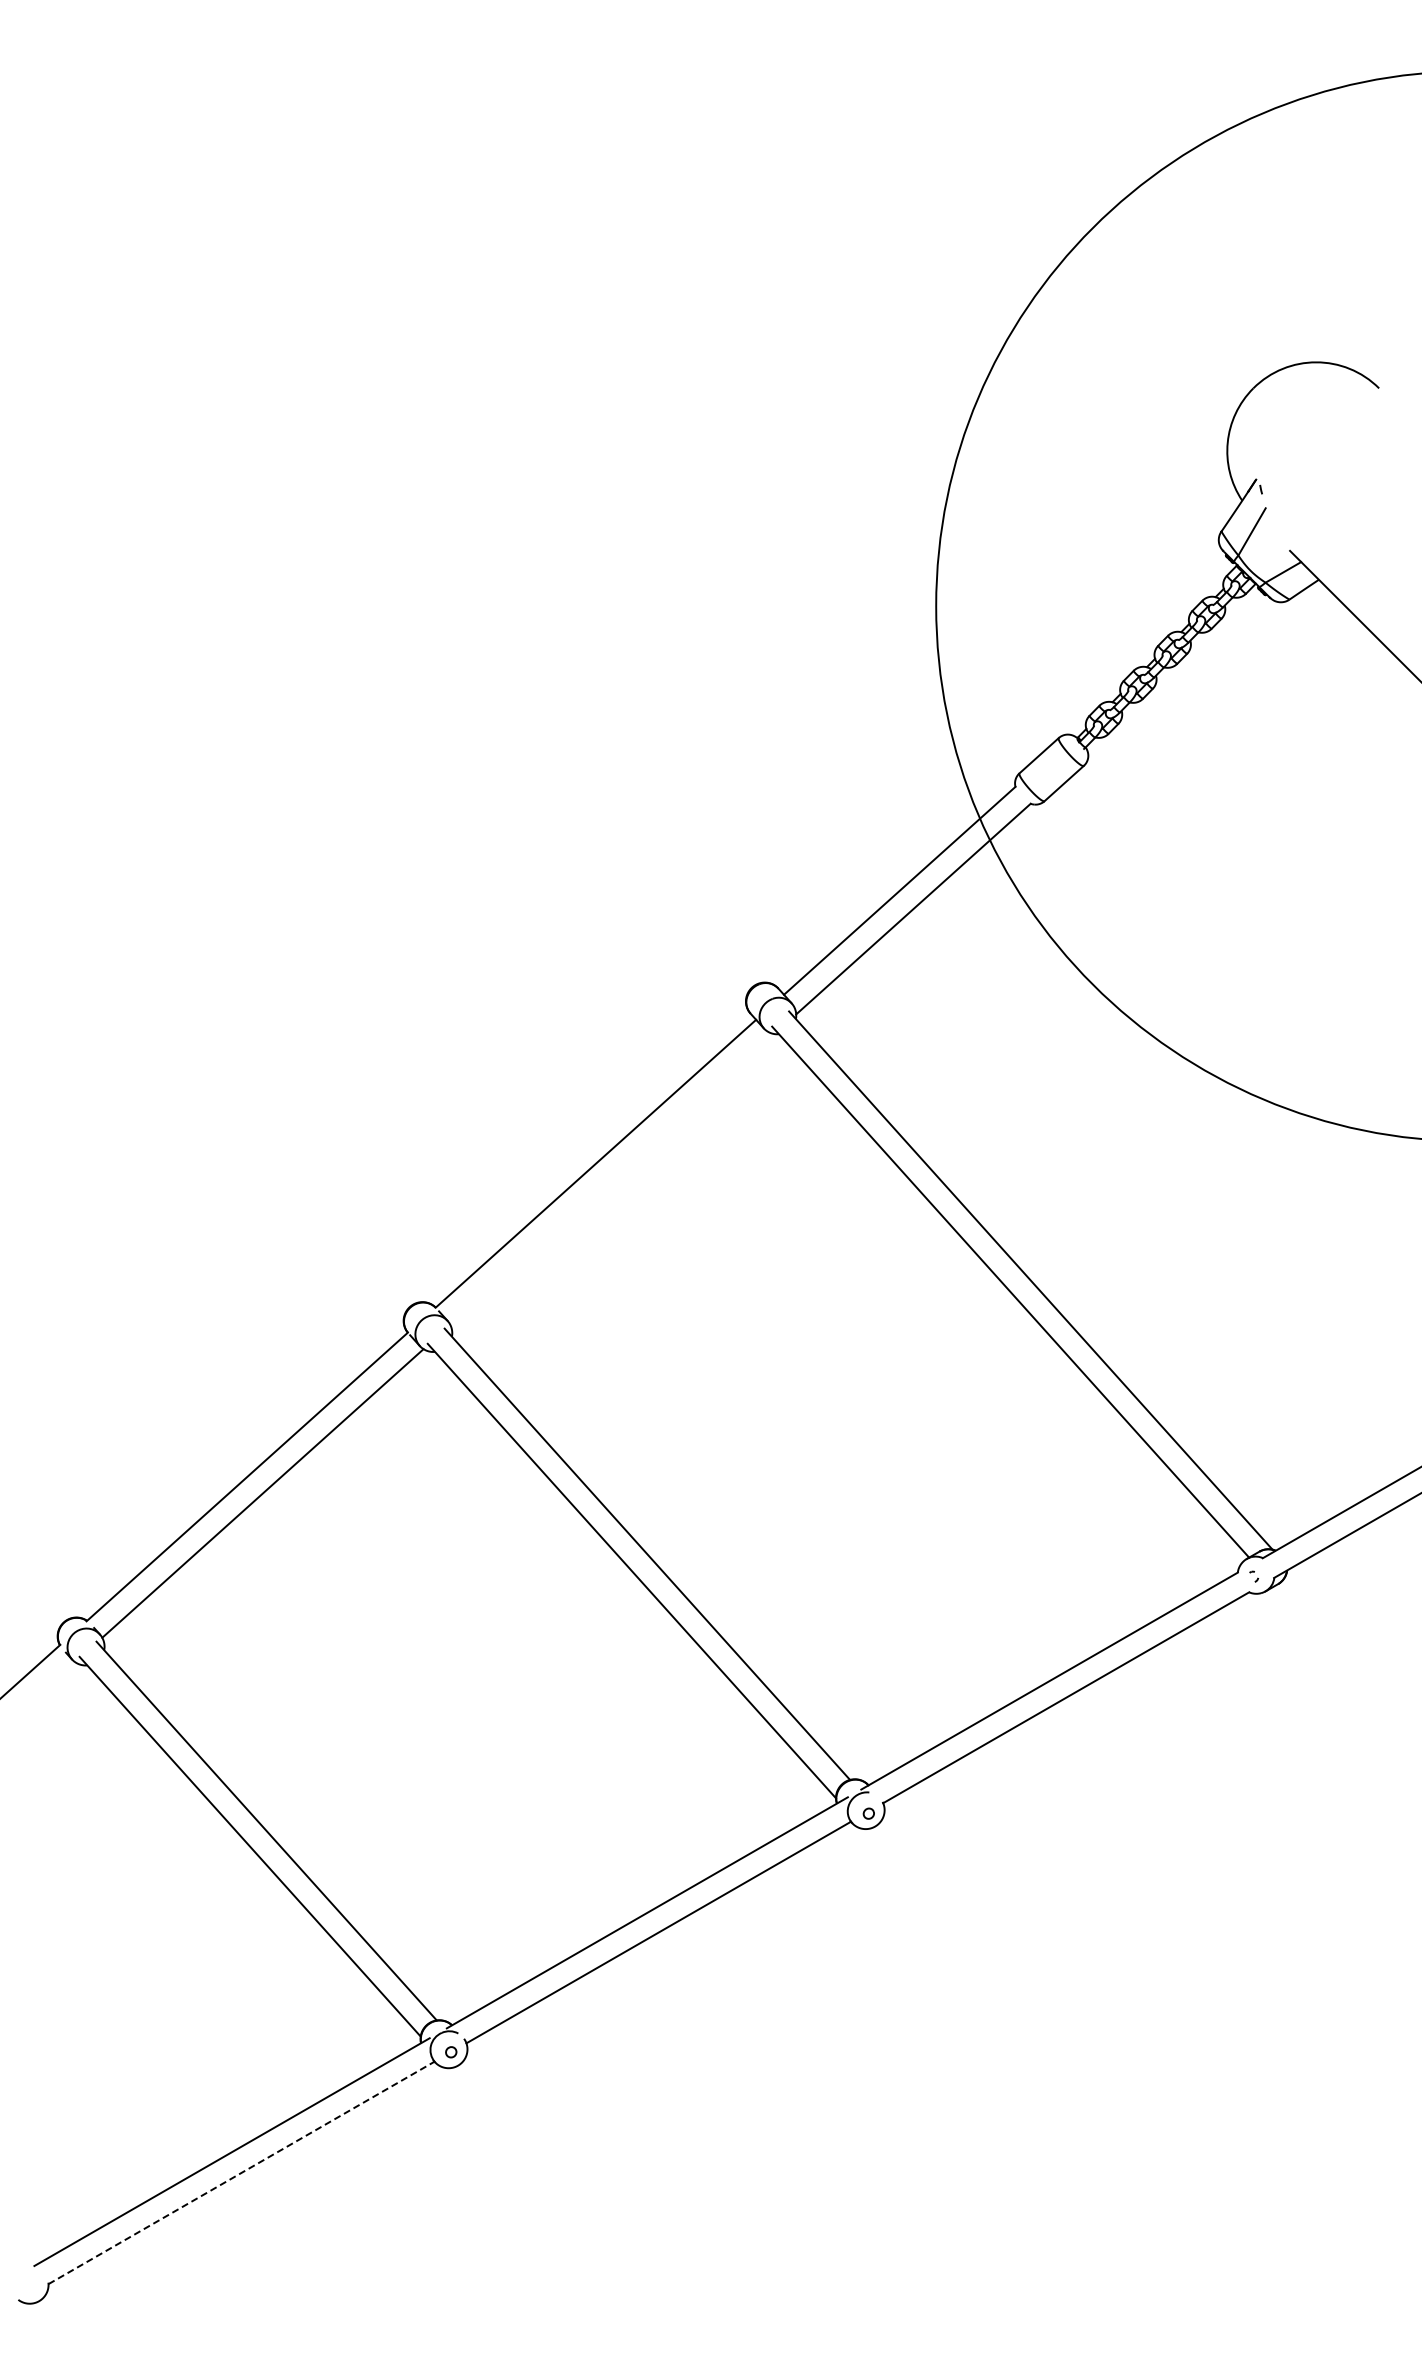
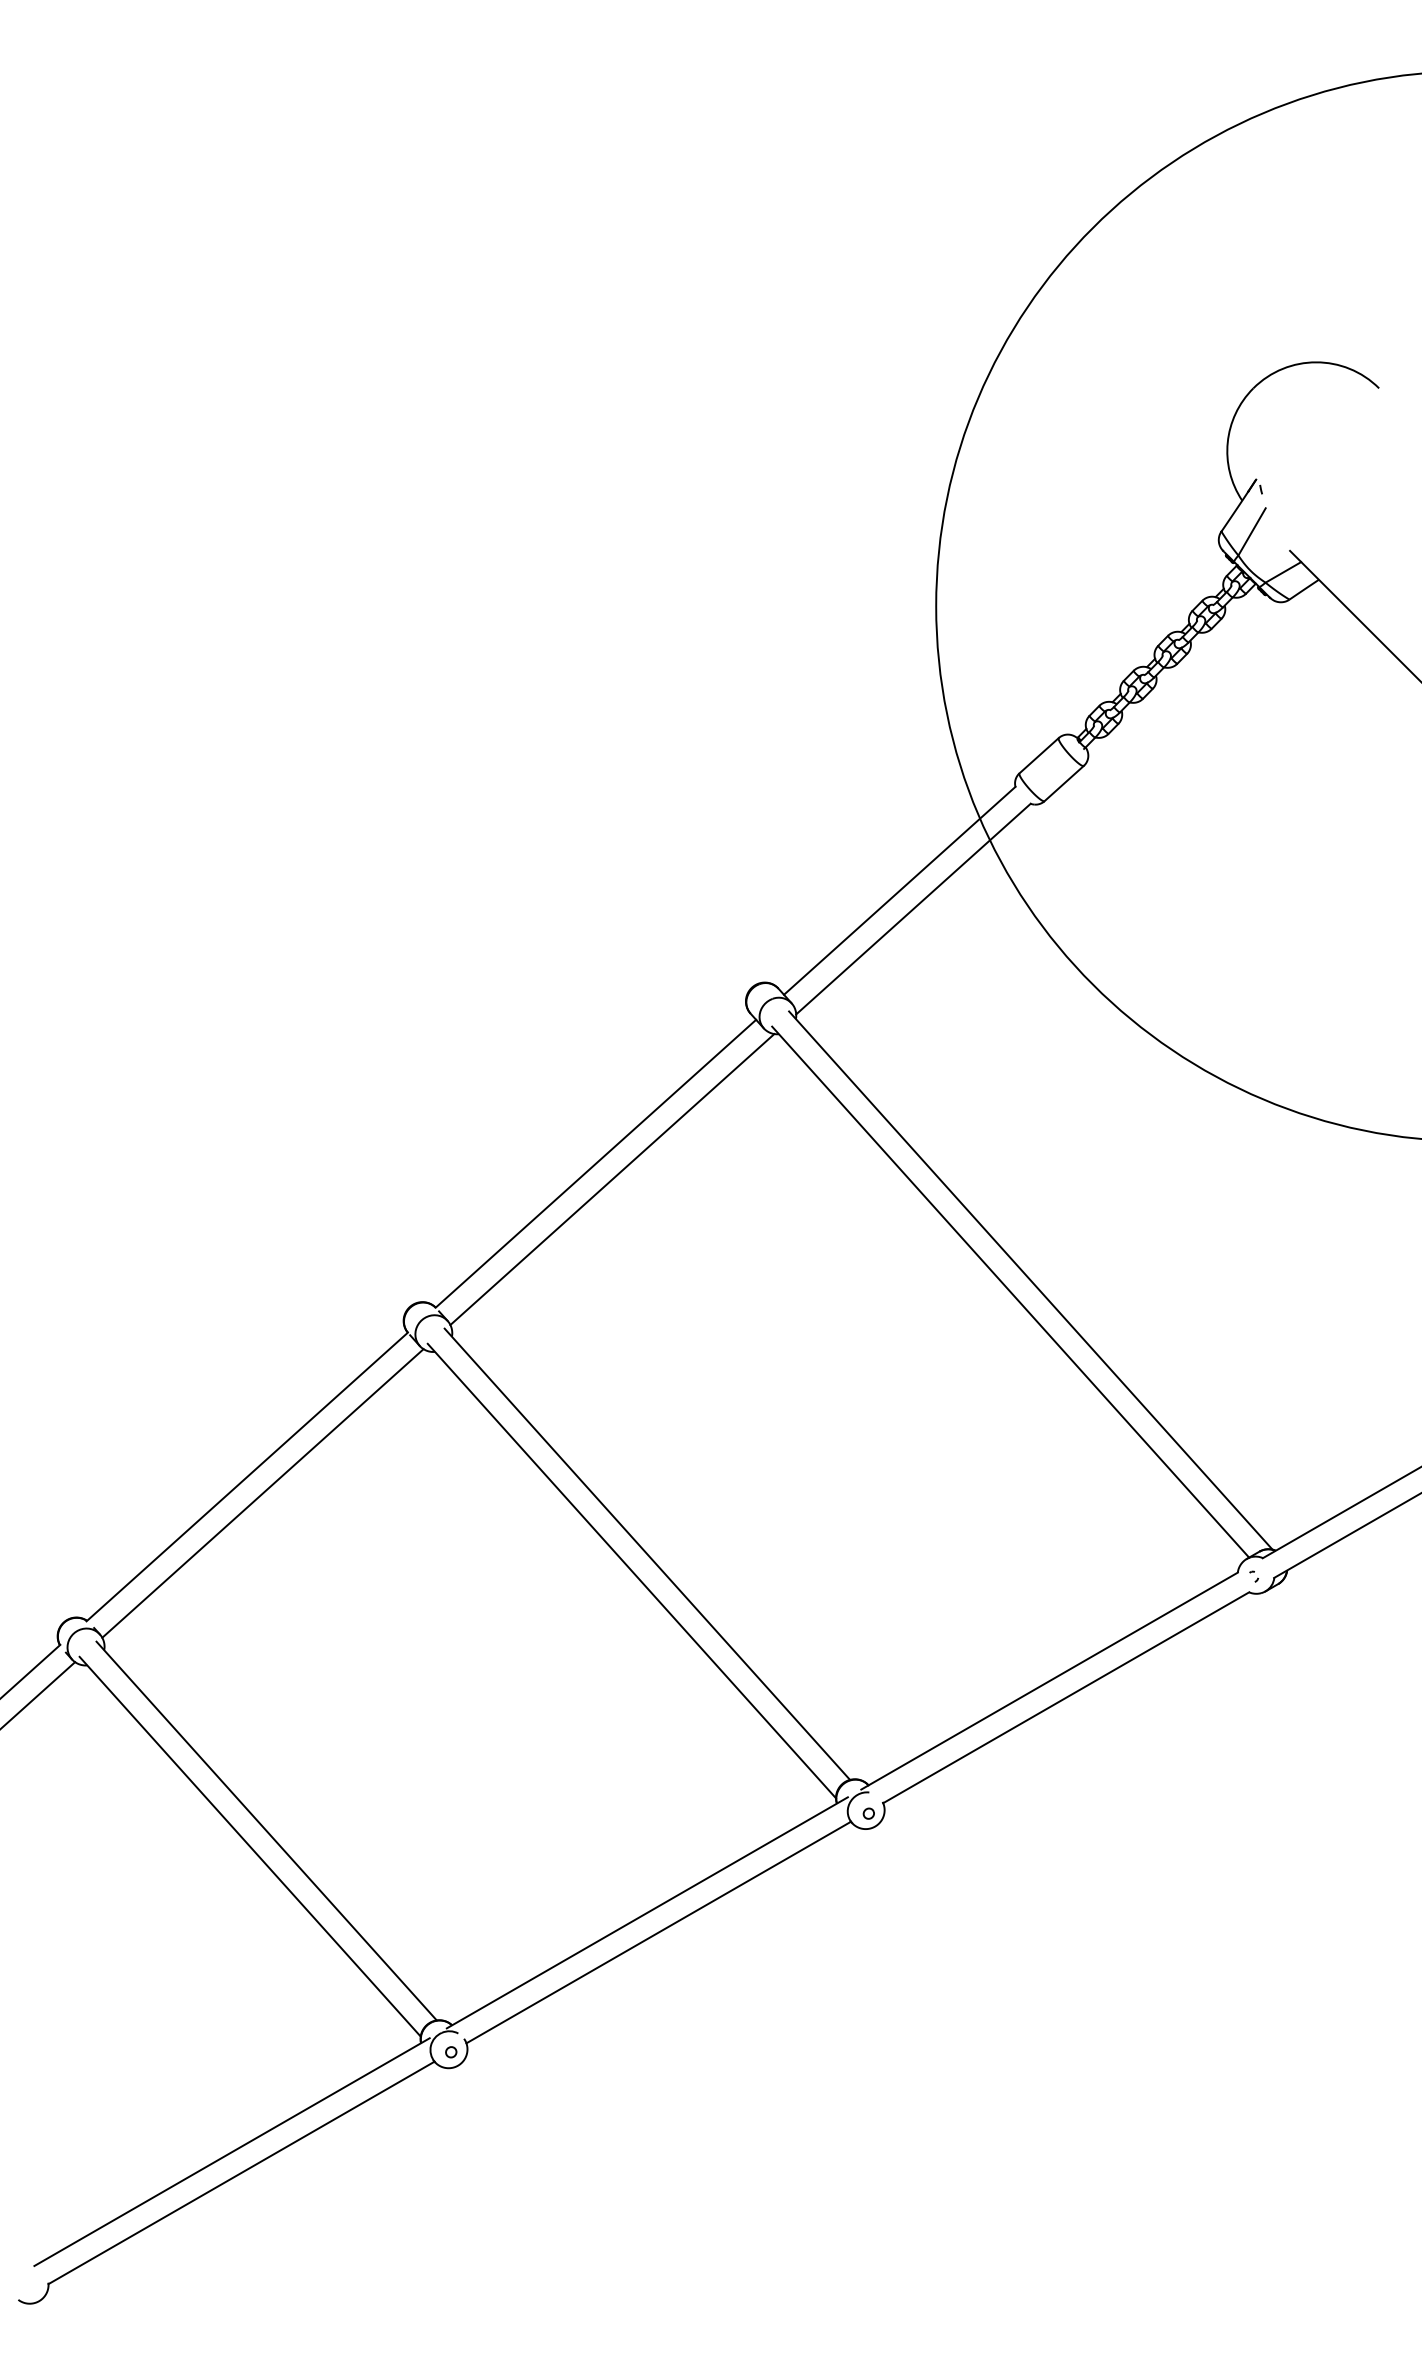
line at (612, 1179): none -> present
line at (38, 1694): none -> present
line at (241, 2172): dashed -> solid
